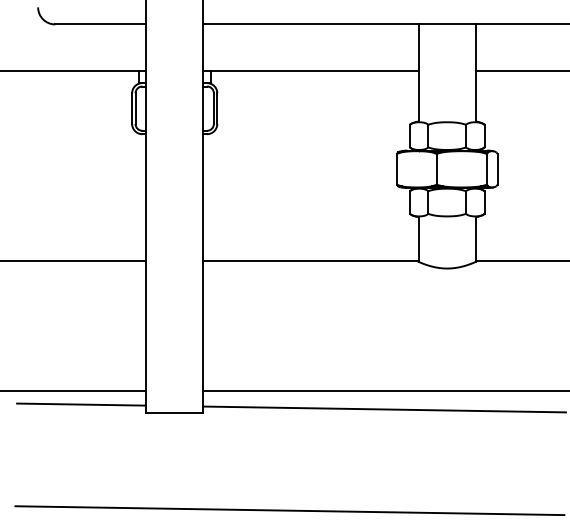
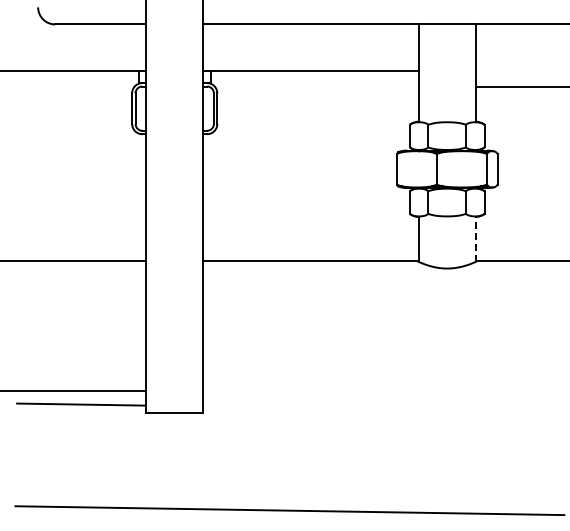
line at (520, 71) position: (520, 71) -> (520, 87)
line at (475, 238): solid -> dashed
line at (384, 390): present -> none
line at (384, 409): present -> none
